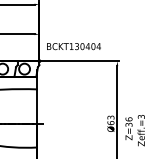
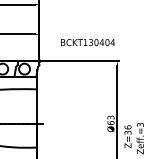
text at (73, 46) position: (73, 46) -> (87, 42)
text at (134, 130) position: (134, 130) -> (133, 138)
